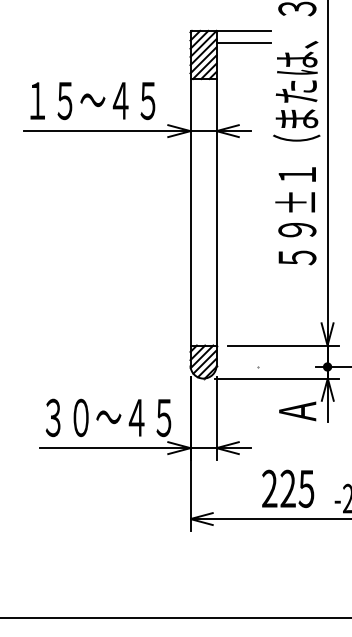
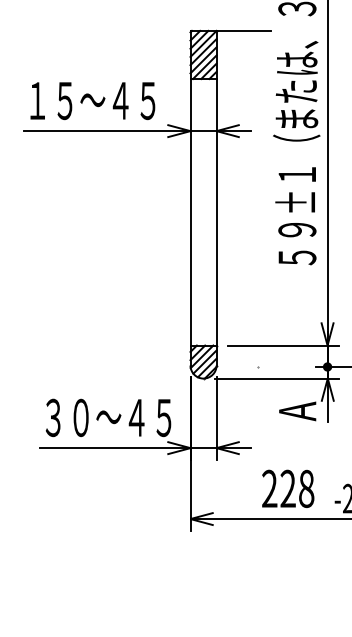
line at (243, 42): present -> none
text at (306, 488): 225 -> 228
line at (175, 617): present -> none
